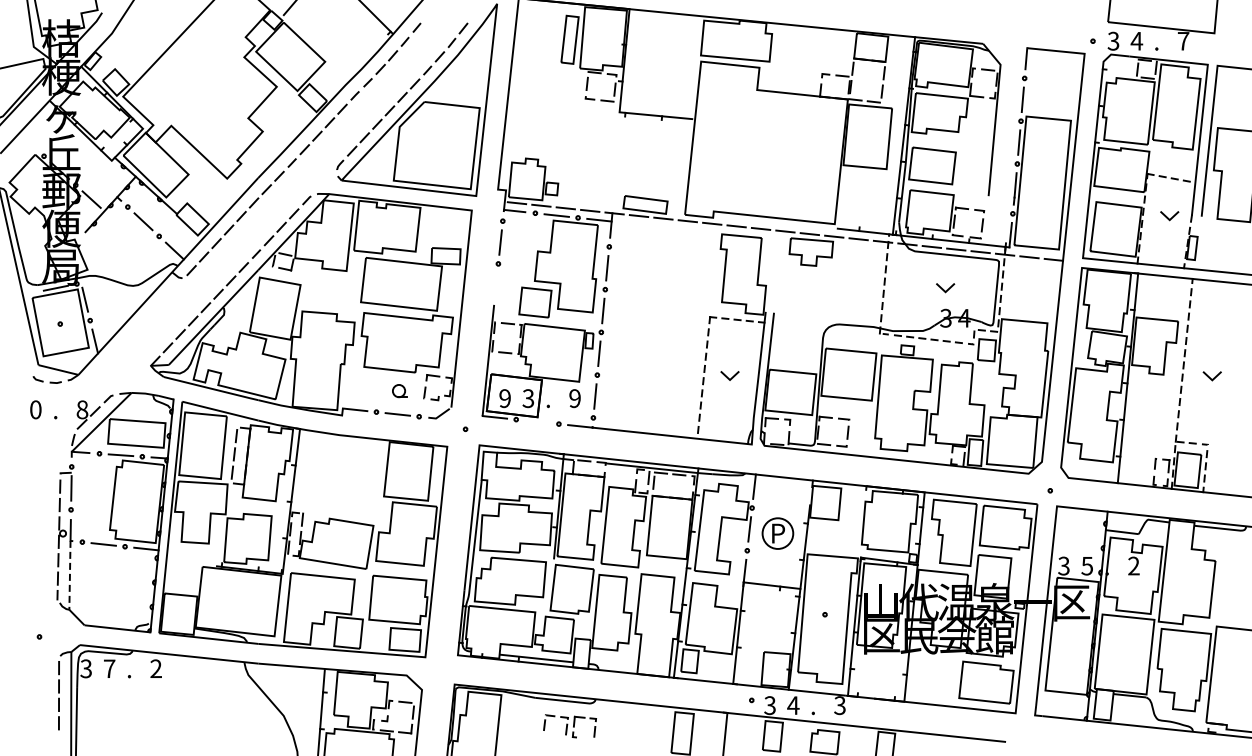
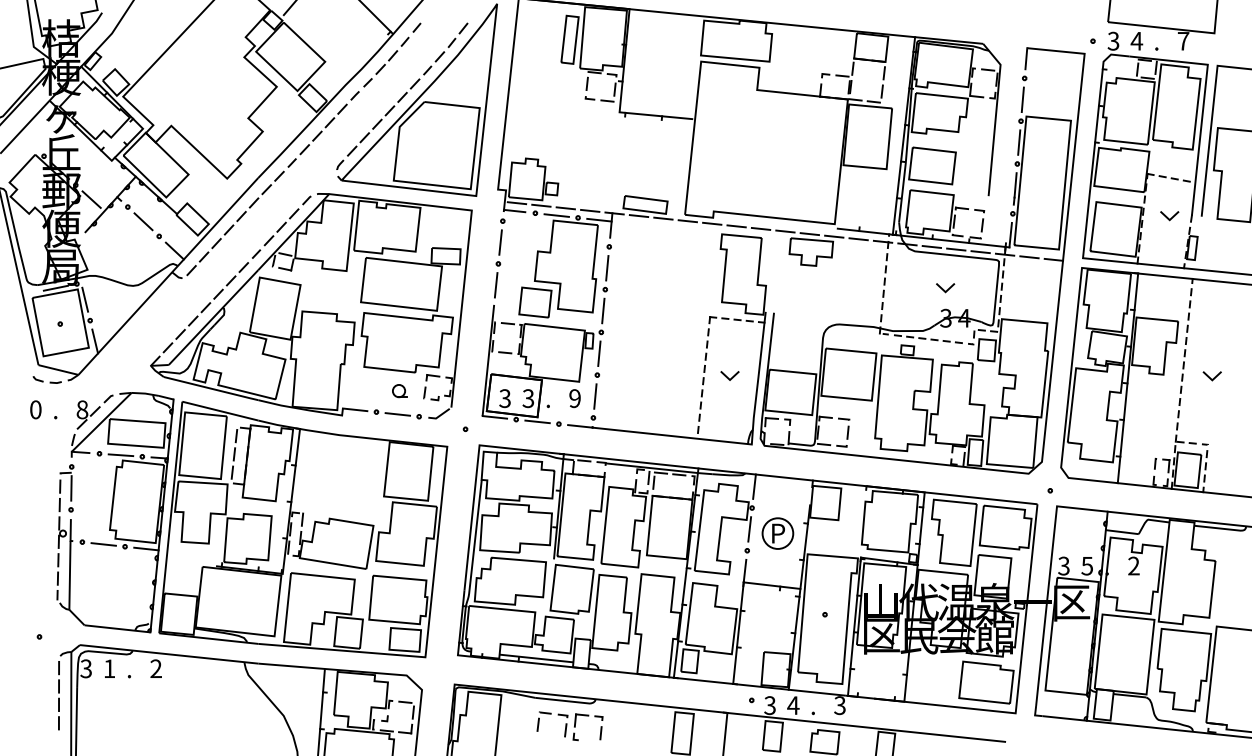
line at (495, 285): none -> present
text at (504, 398): 9 -> 3
line at (537, 421): none -> present
line at (69, 575): dashed -> solid
text at (109, 668): 7 -> 1
part at (569, 726) size: 54x25 px -> 68x31 px
